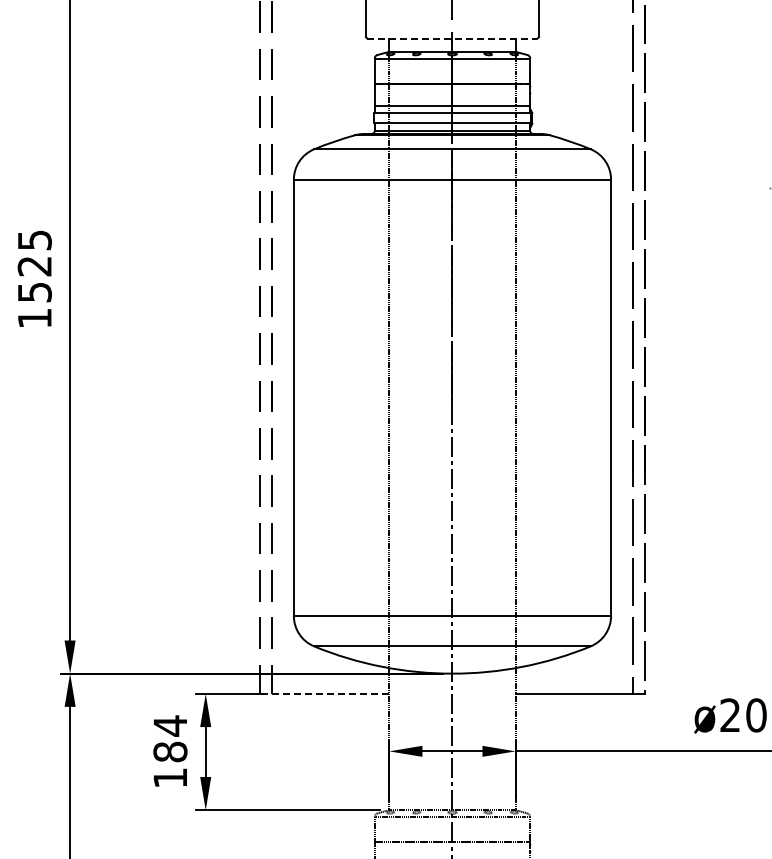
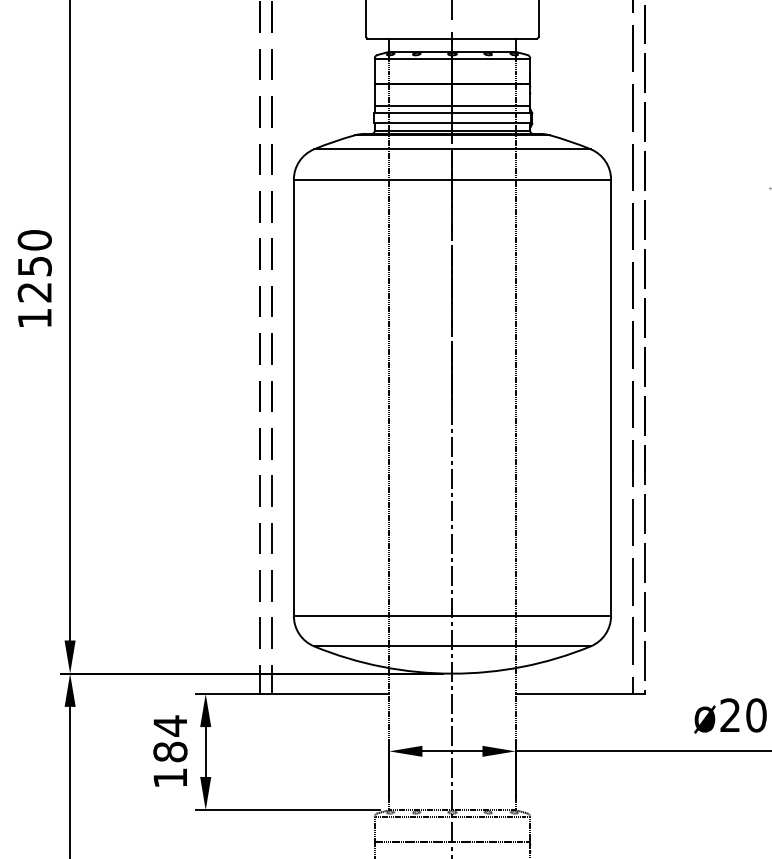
line at (452, 38): dashed -> solid
text at (34, 266): 1525 -> 1250
line at (324, 693): dashed -> solid
